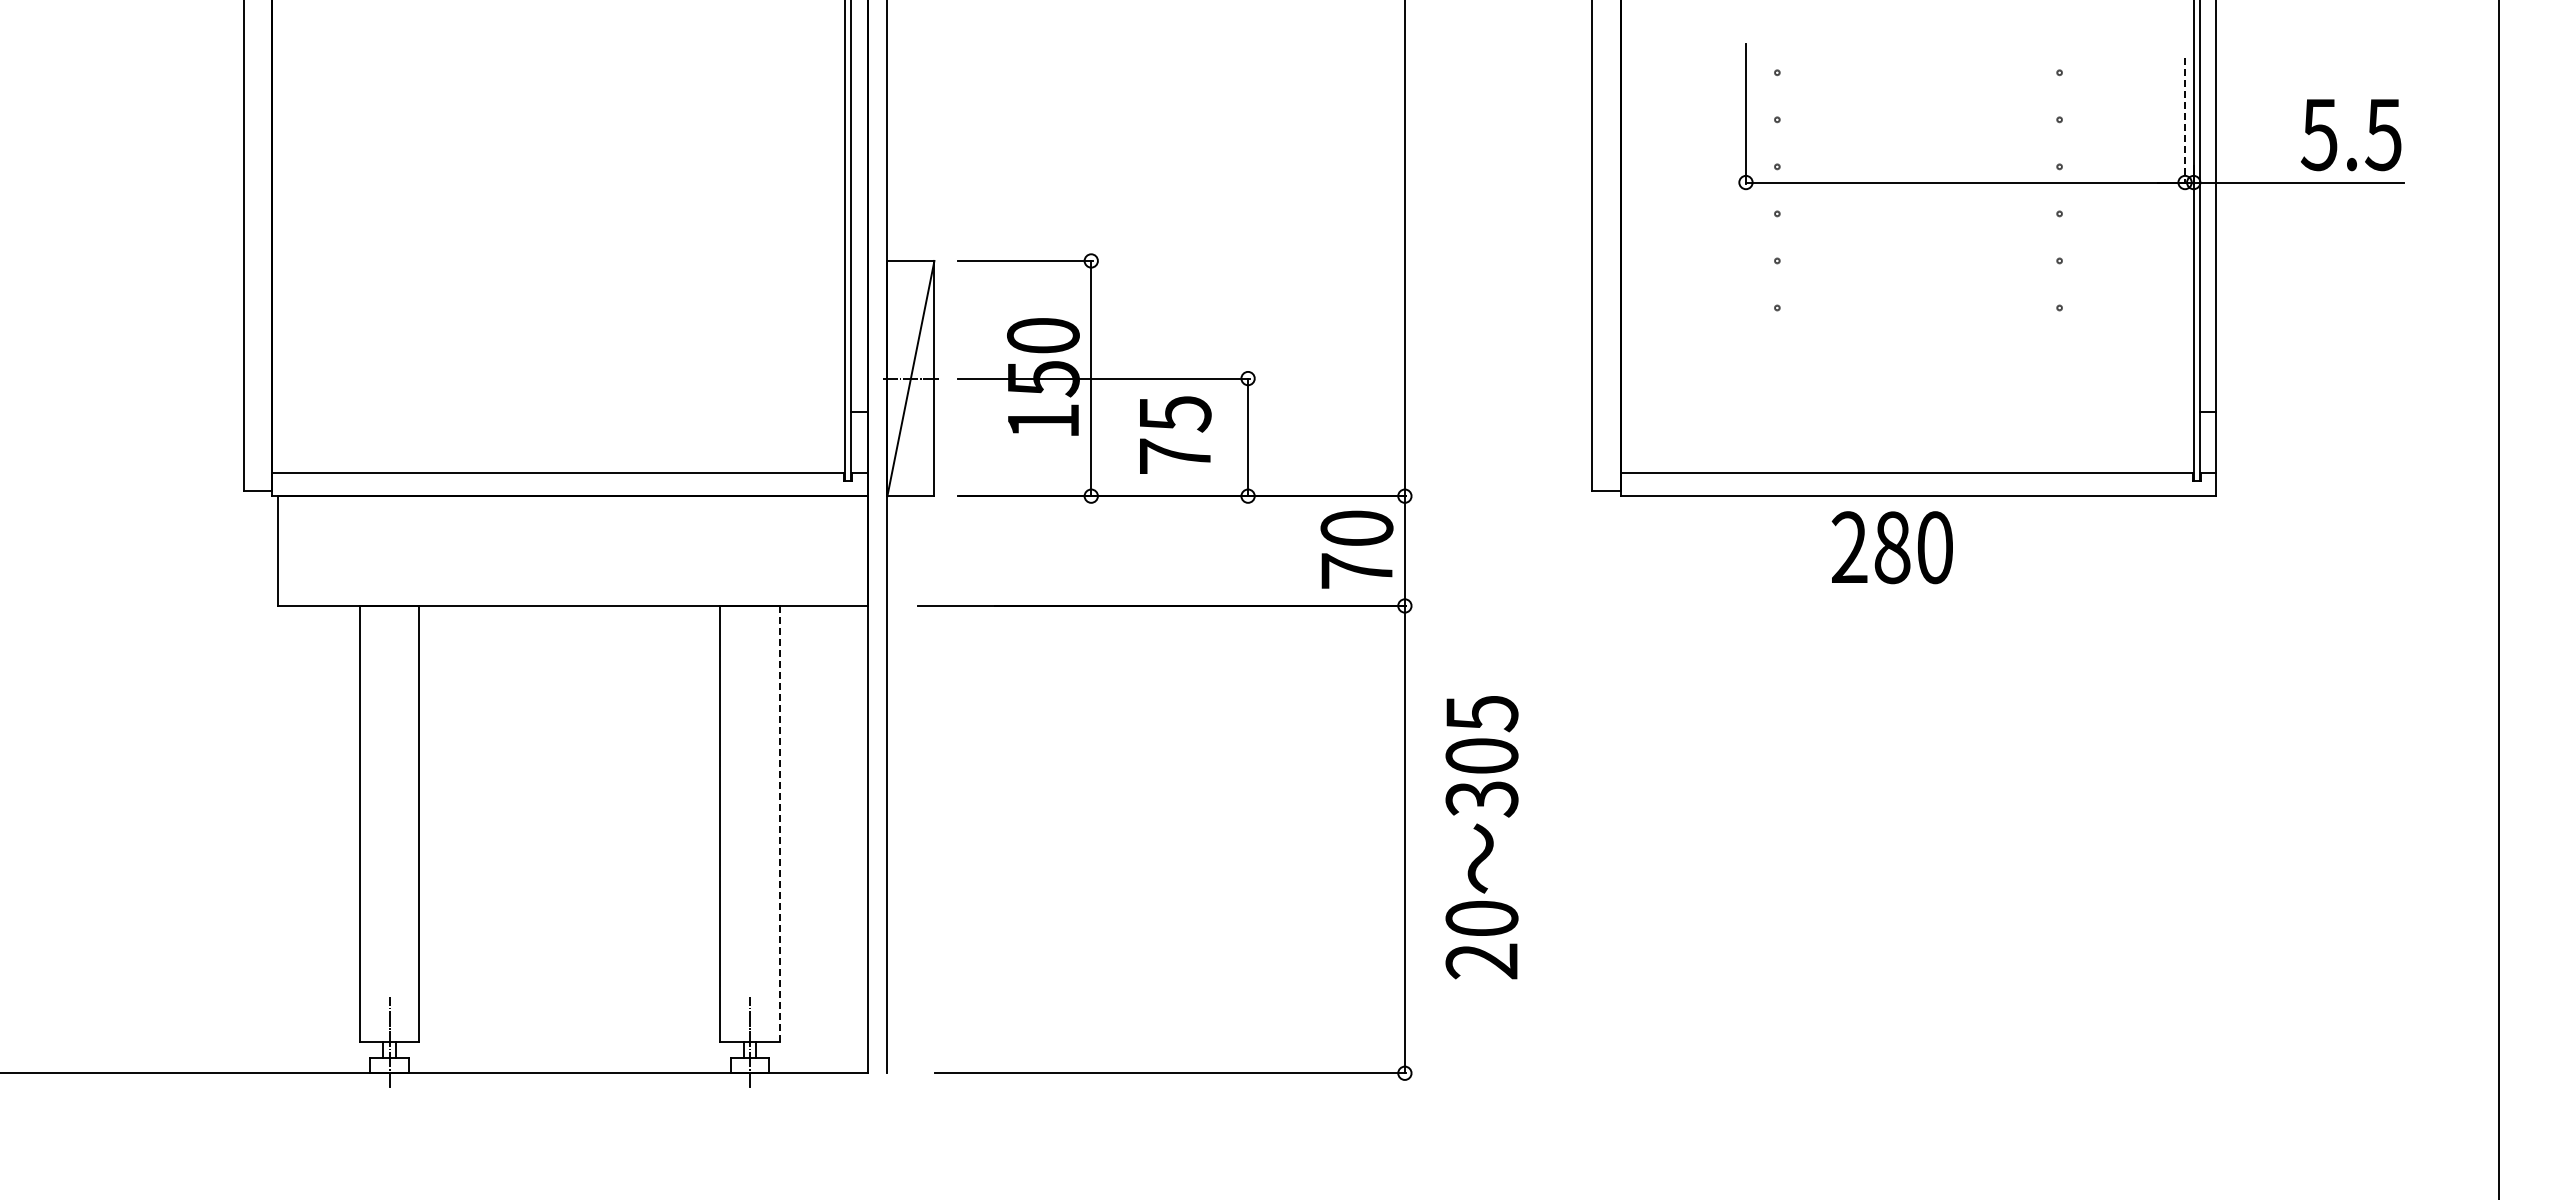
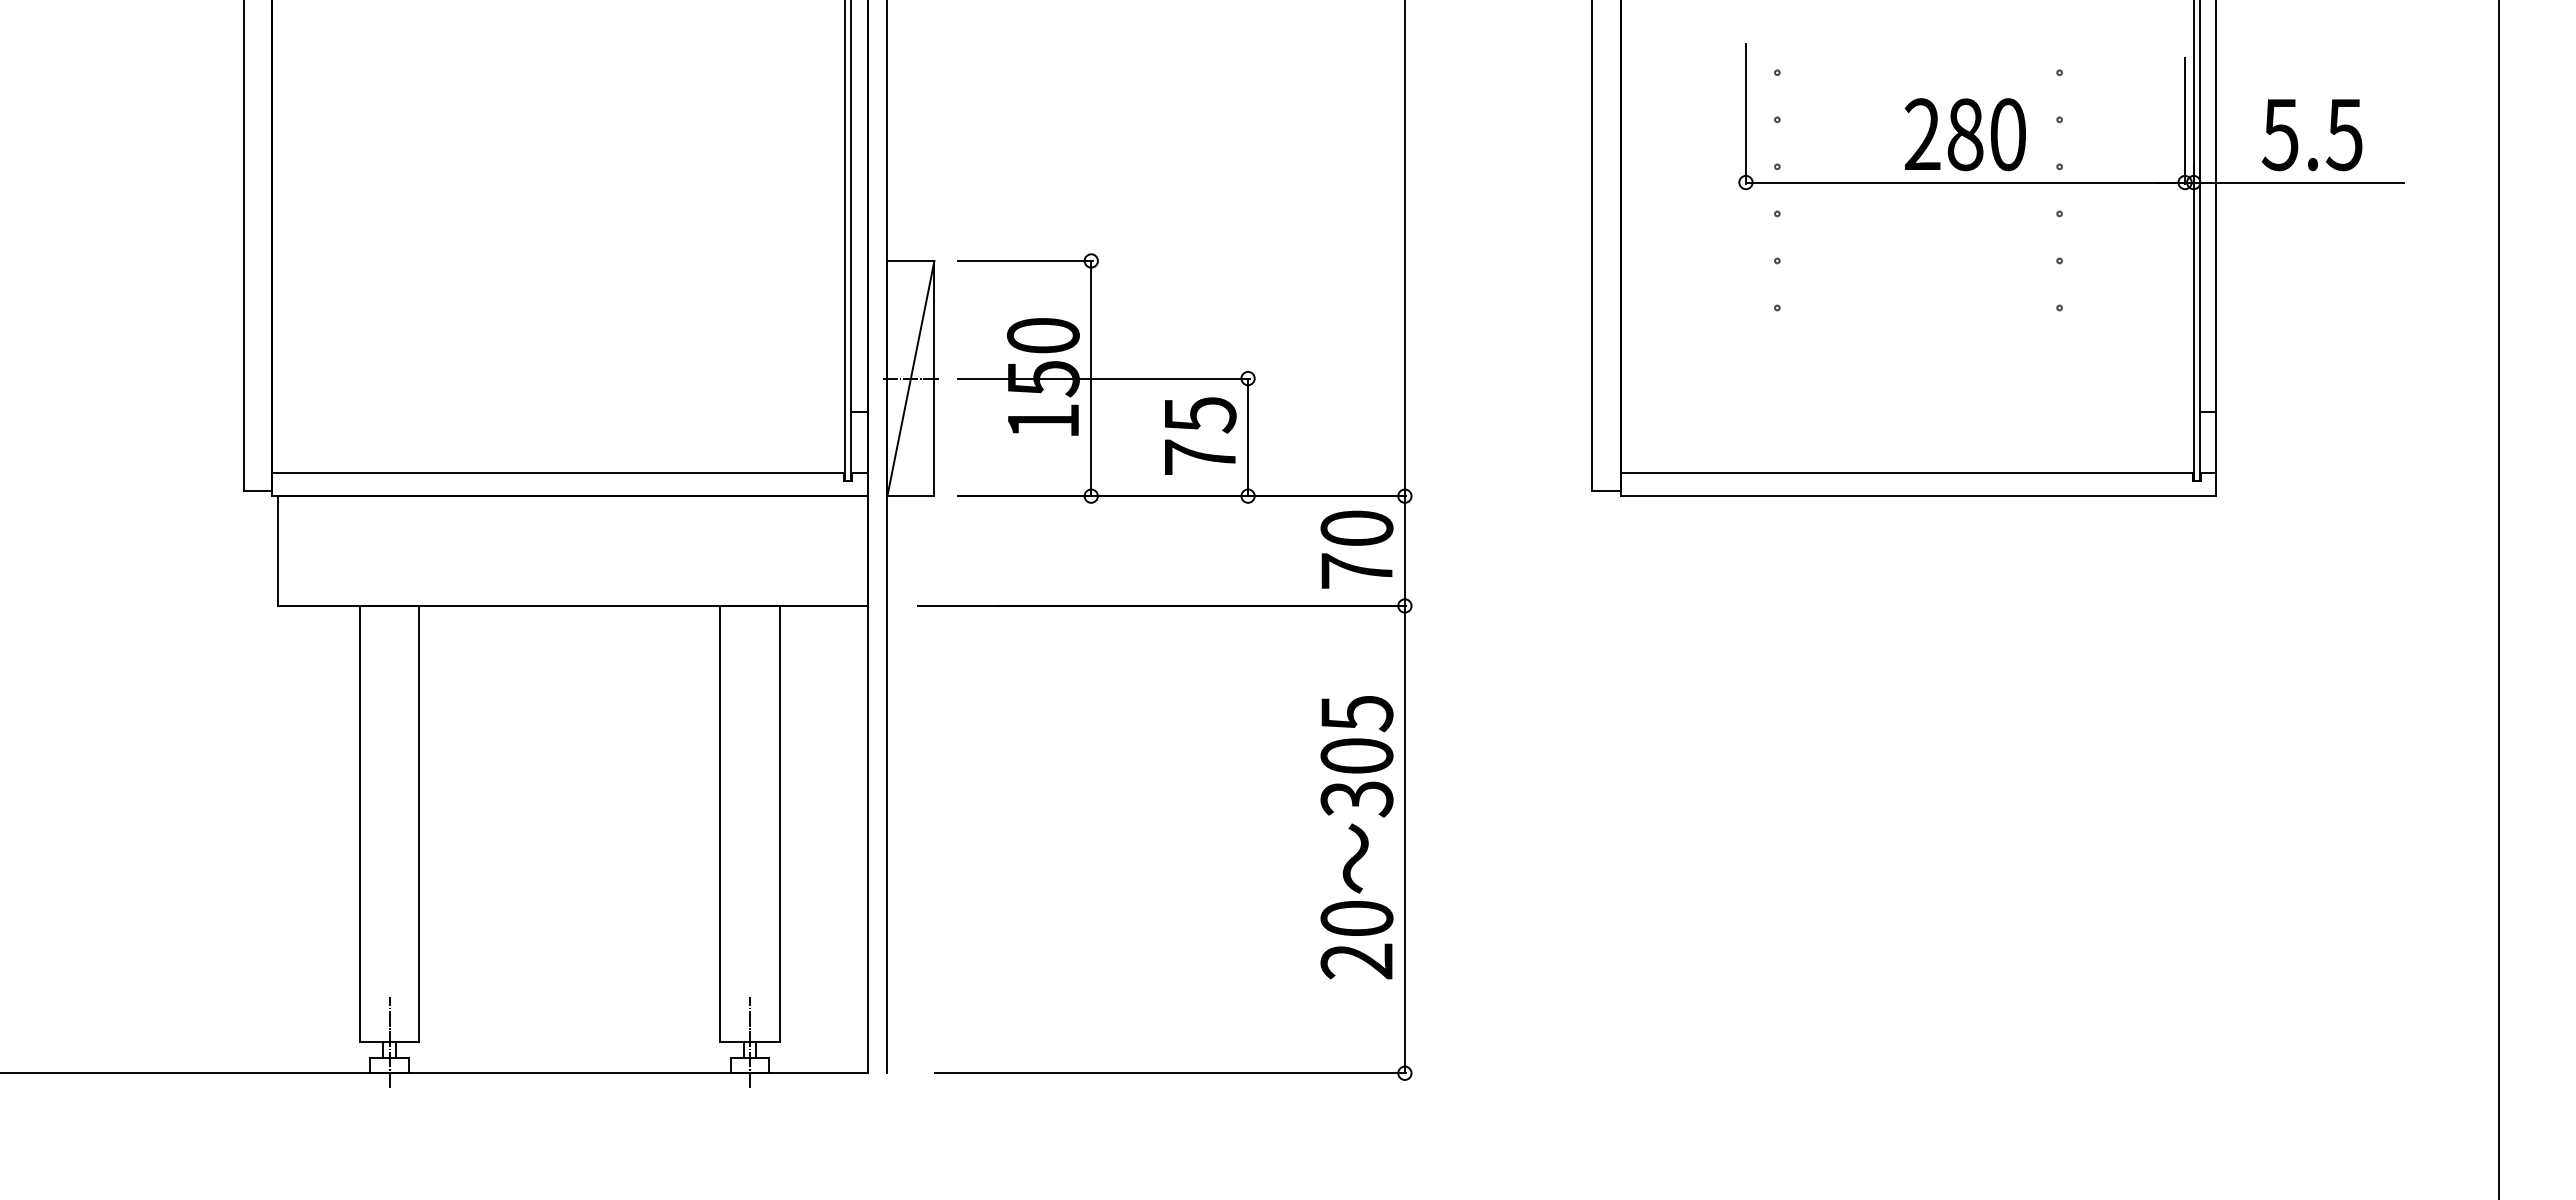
line at (2185, 121): dashed -> solid
text at (2350, 135) position: (2350, 135) -> (2311, 135)
text at (1175, 434) position: (1175, 434) -> (1200, 435)
text at (1891, 547) position: (1891, 547) -> (1964, 134)
line at (779, 823): dashed -> solid
text at (1481, 837) position: (1481, 837) -> (1356, 837)
